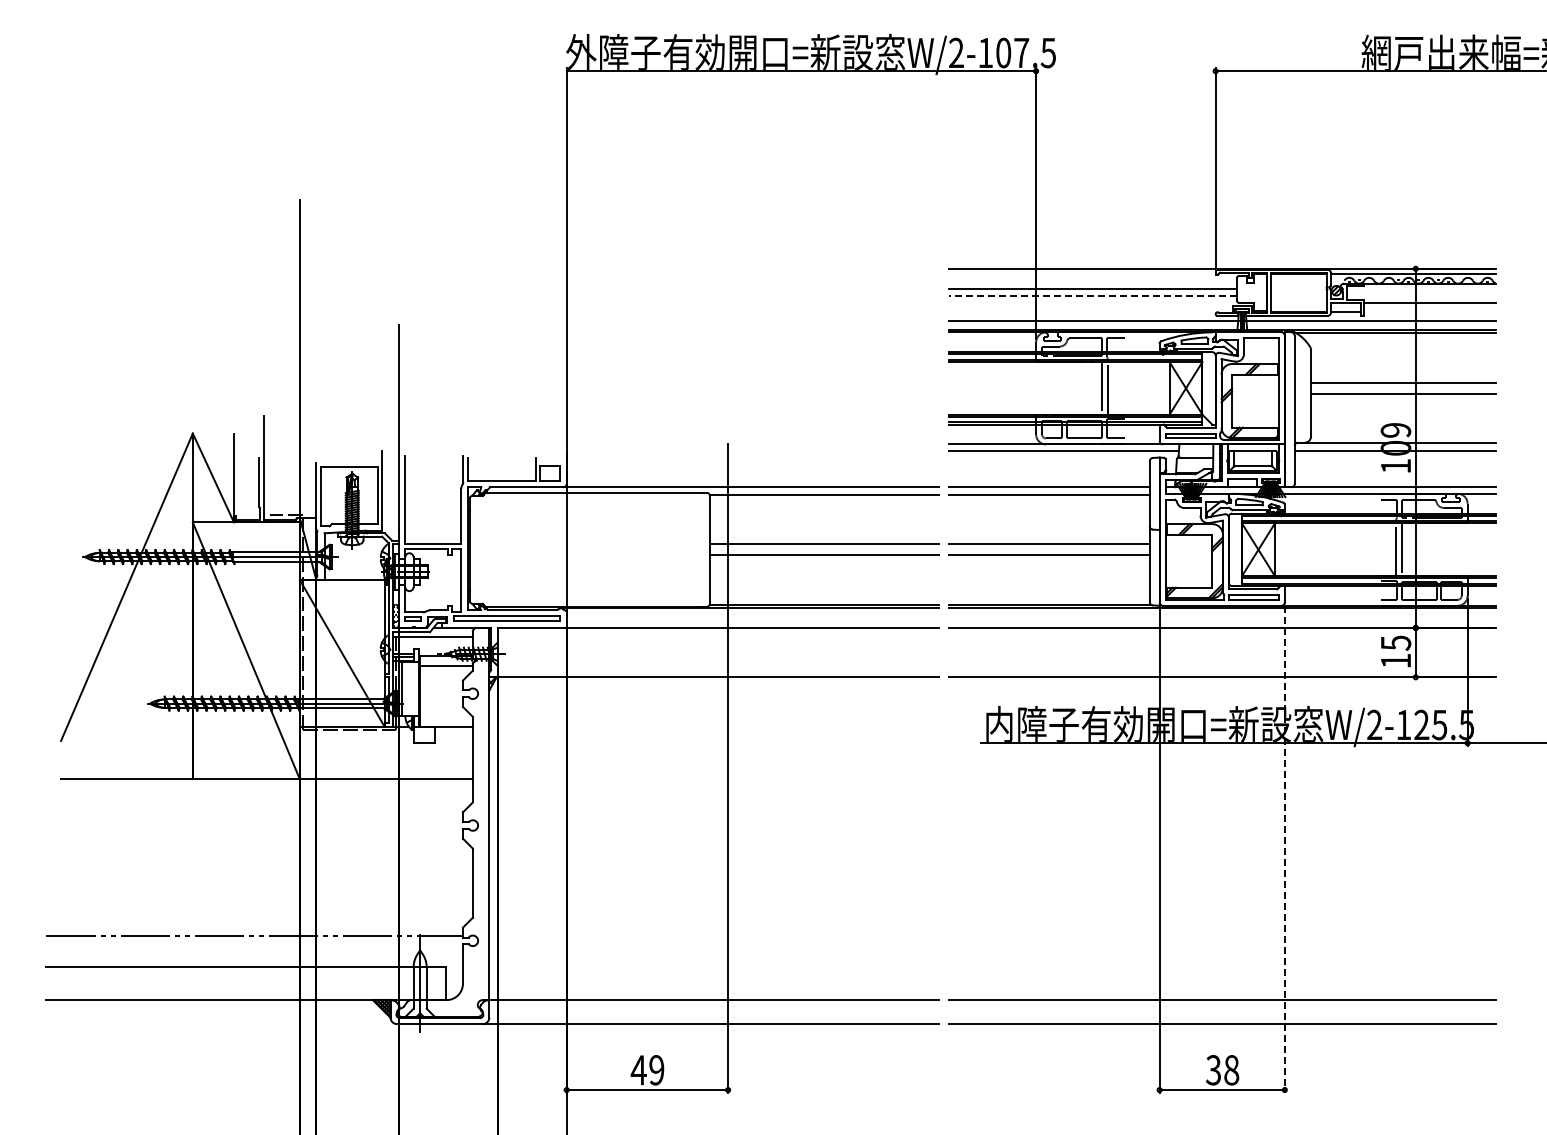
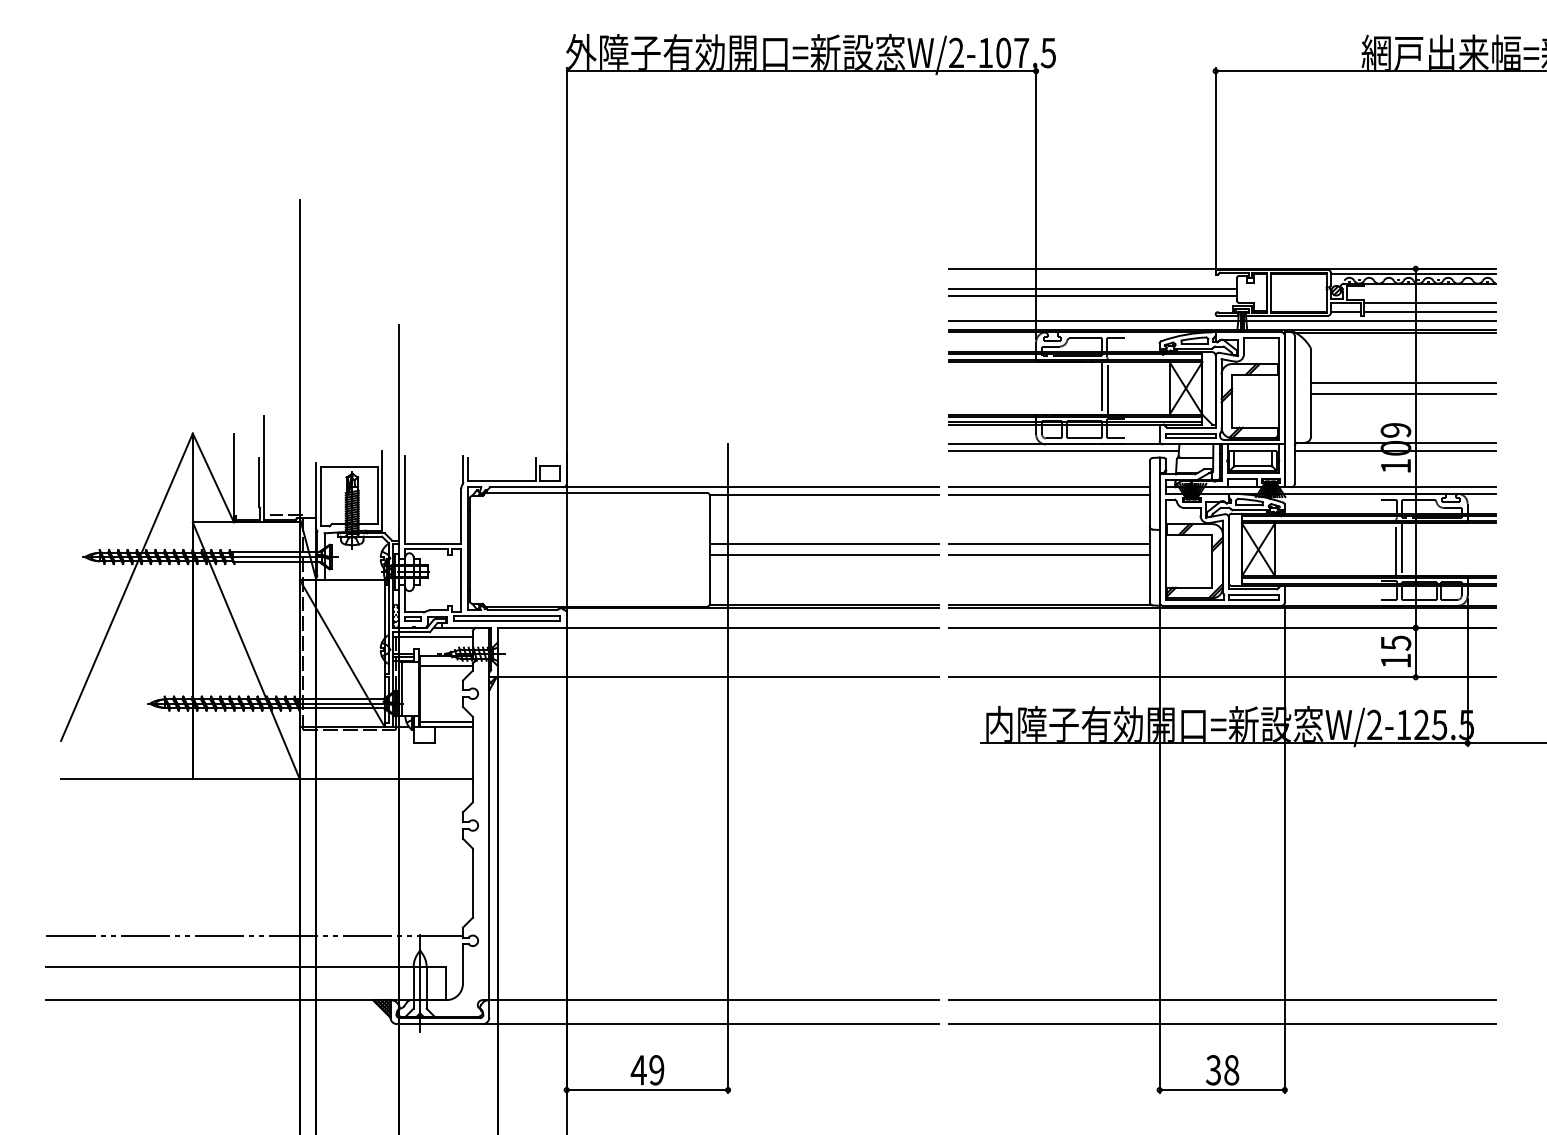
line at (1092, 296): dashed -> solid
line at (1429, 311): none -> present
line at (446, 721): none -> present
line at (1284, 849): dashed -> solid
